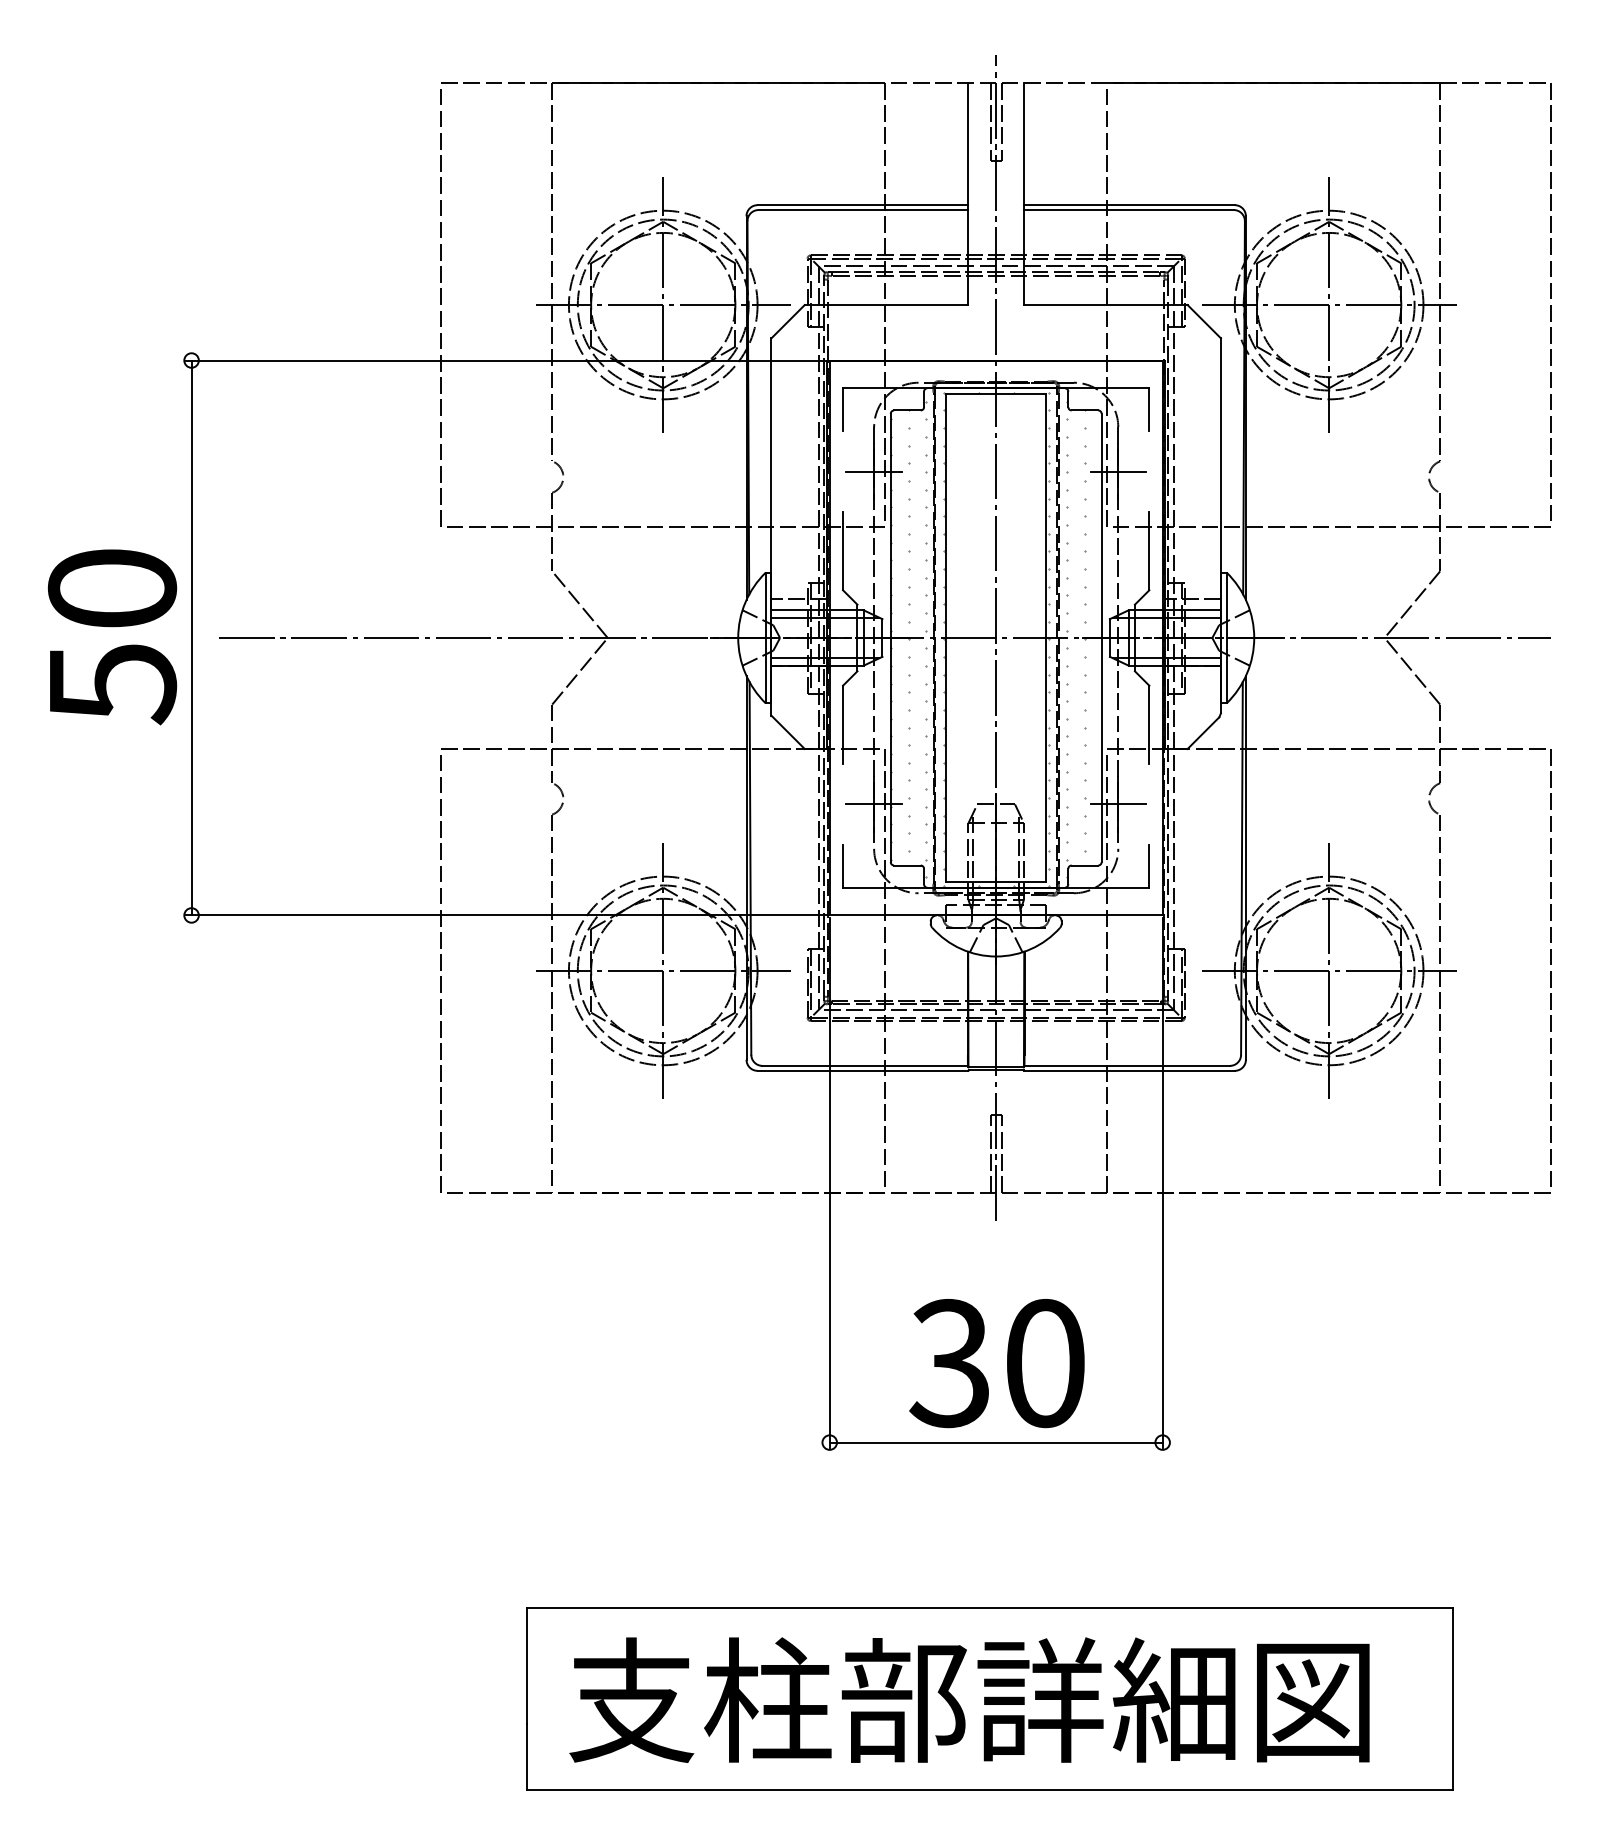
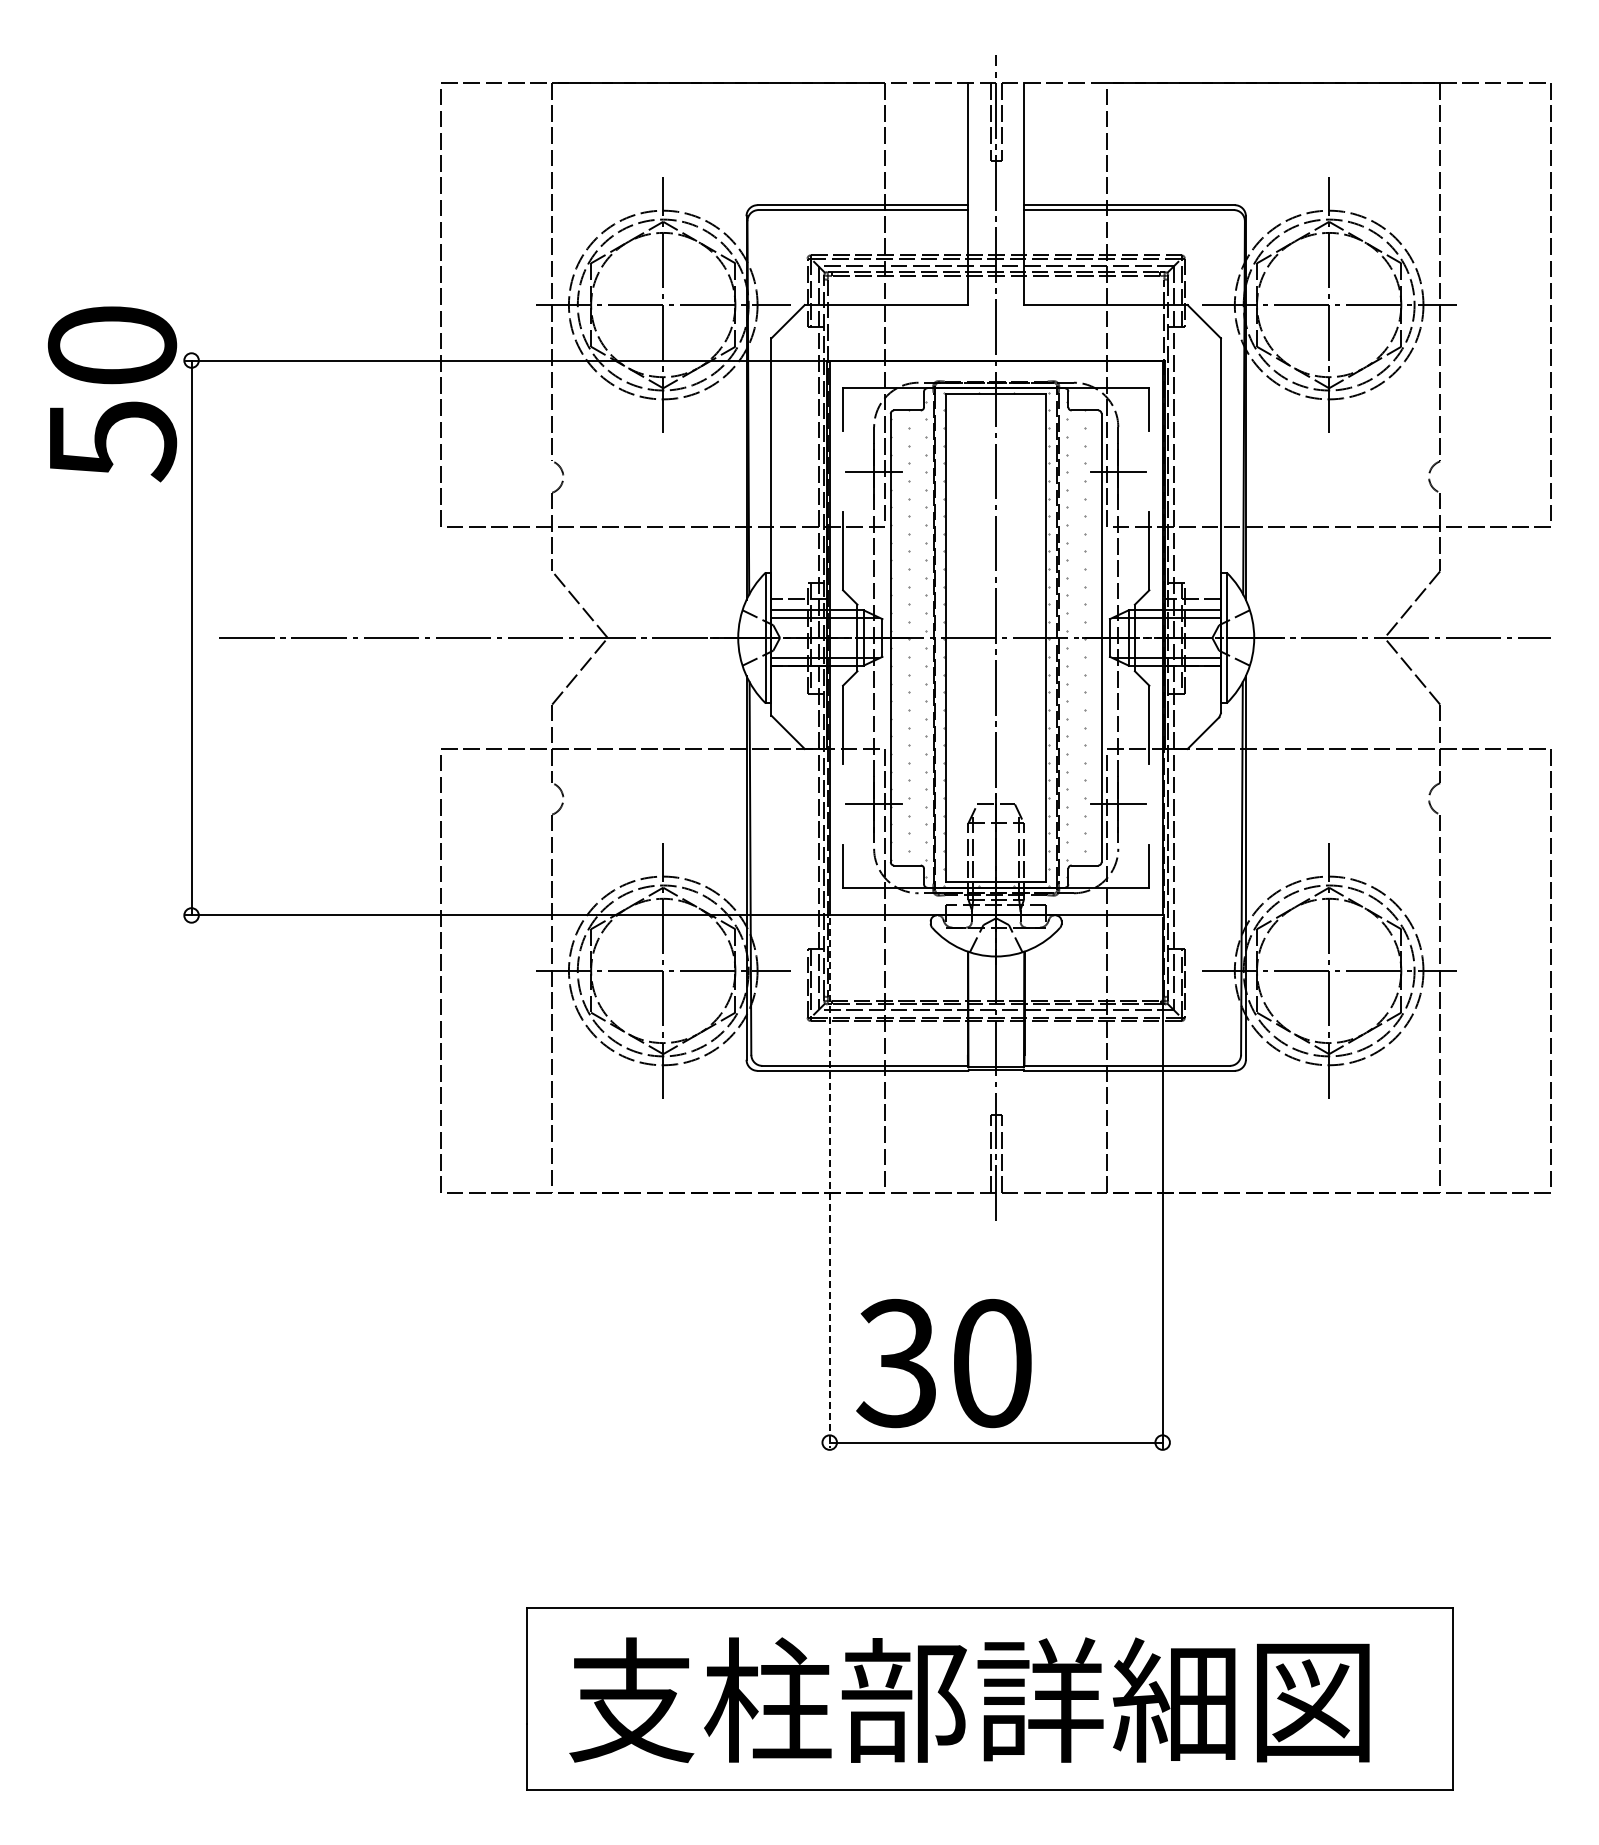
text at (112, 637) position: (112, 637) -> (112, 394)
line at (829, 1183): solid -> dashed
text at (996, 1363) position: (996, 1363) -> (943, 1363)
